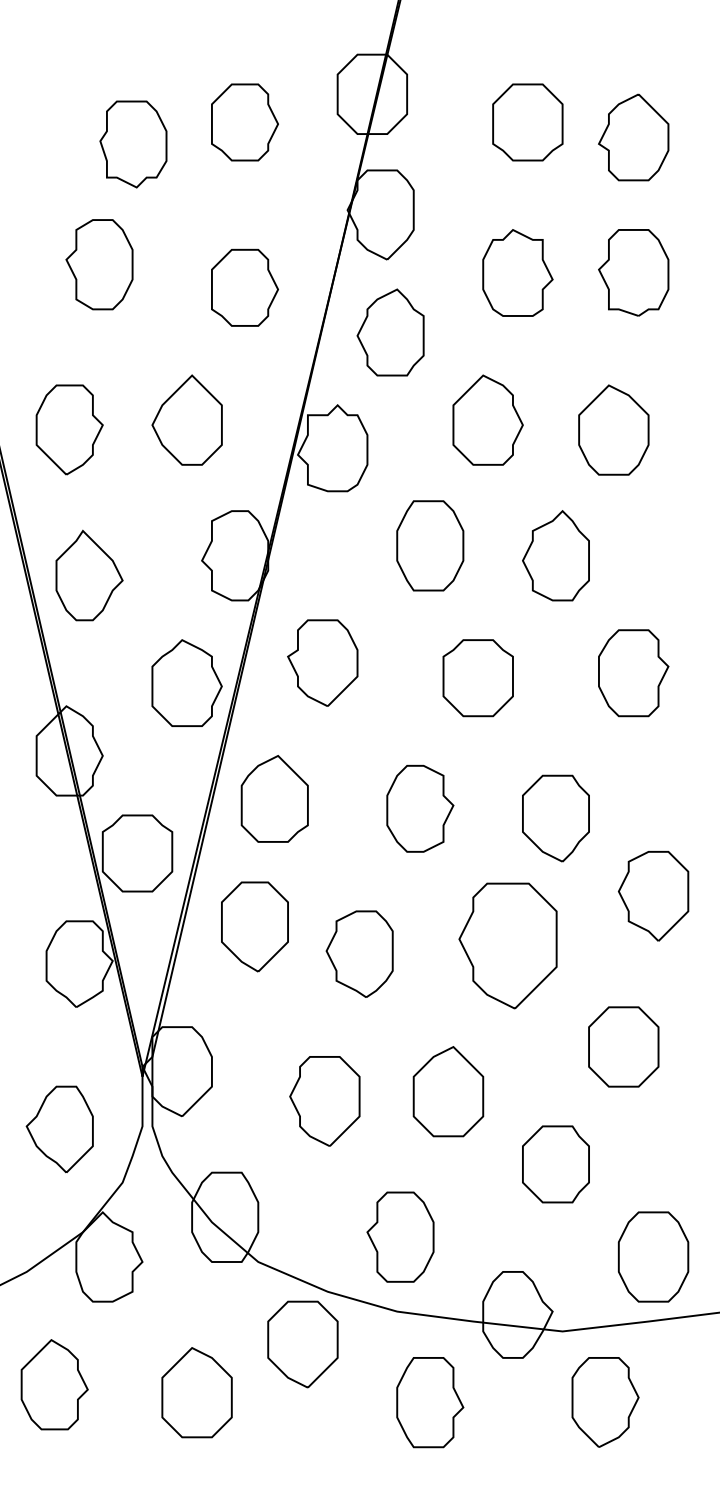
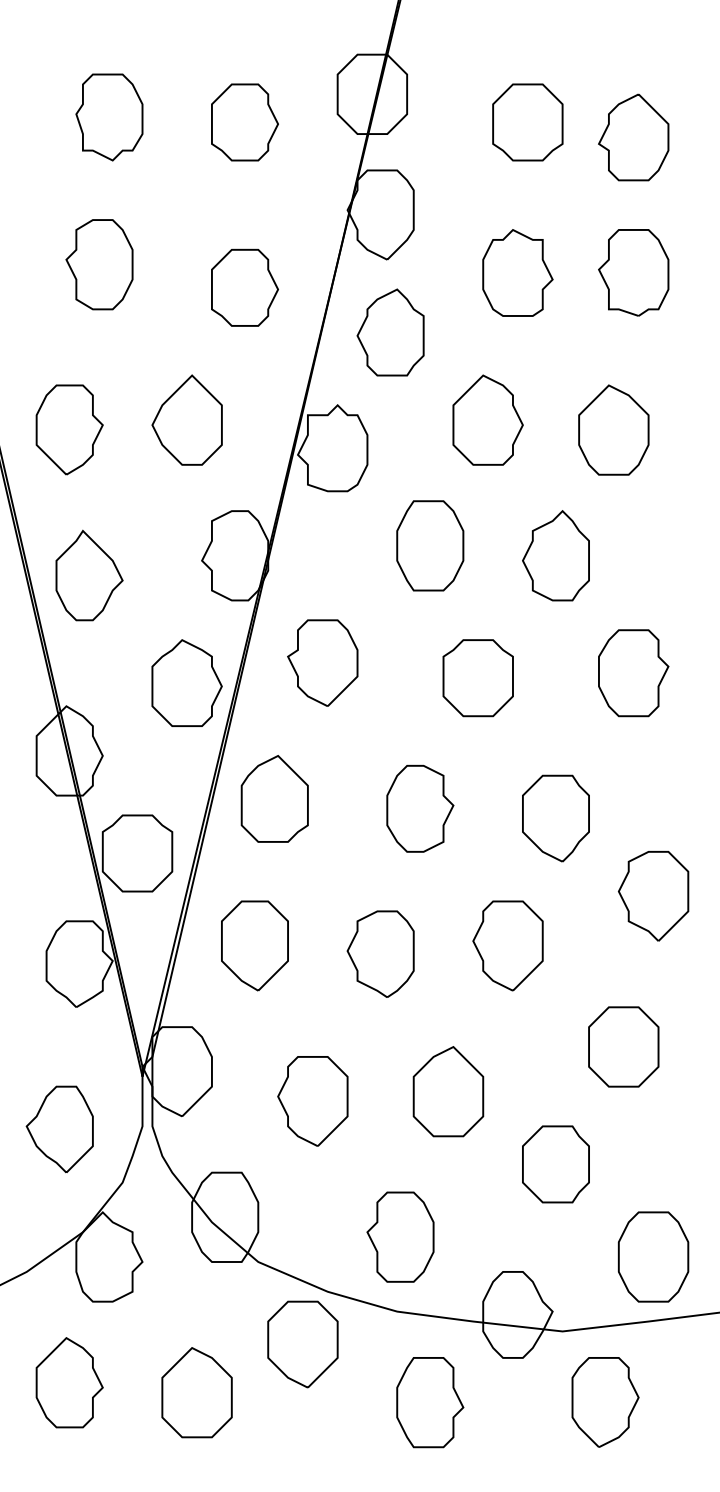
part at (133, 144) position: (133, 144) -> (109, 117)
part at (254, 926) position: (254, 926) -> (254, 945)
part at (507, 945) size: 100x128 px -> 72x92 px
part at (359, 953) position: (359, 953) -> (380, 953)
part at (324, 1101) position: (324, 1101) -> (312, 1101)
part at (54, 1384) position: (54, 1384) -> (69, 1382)
